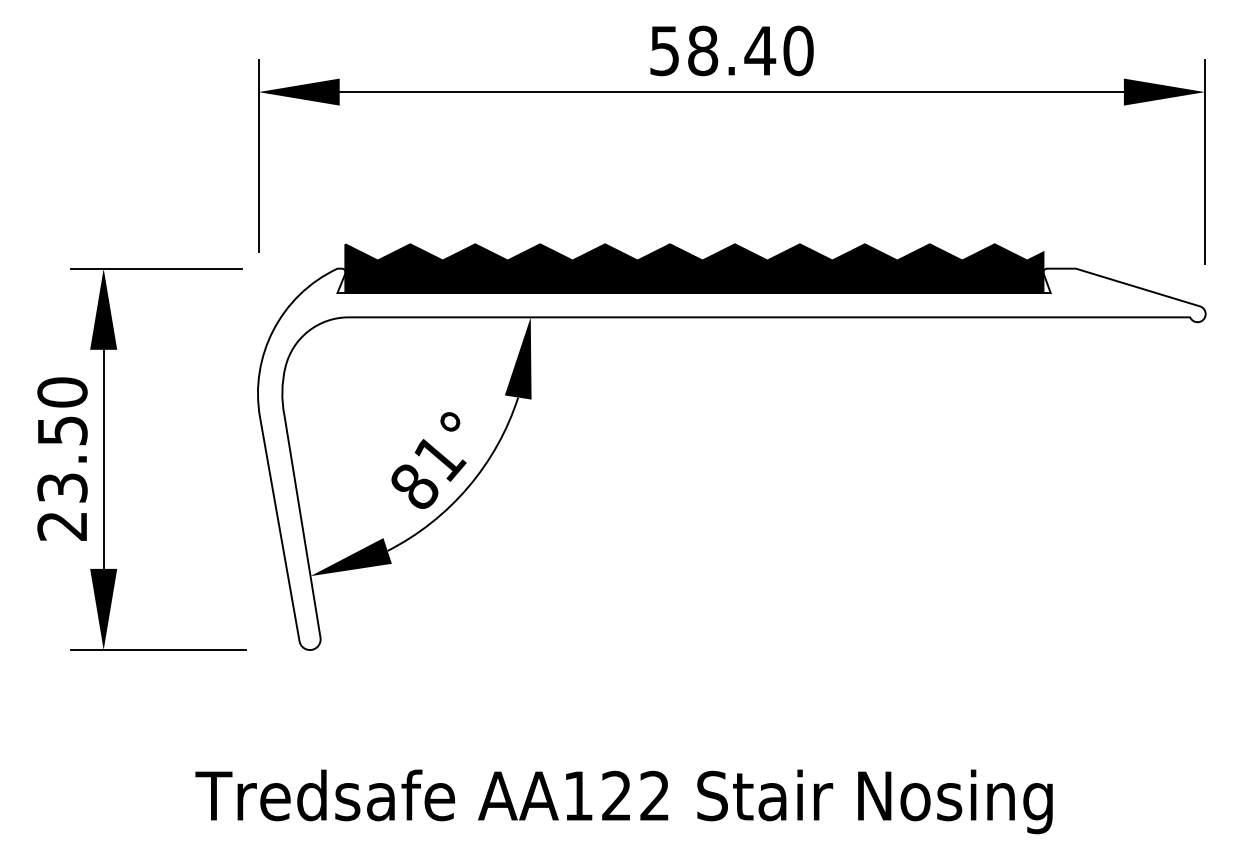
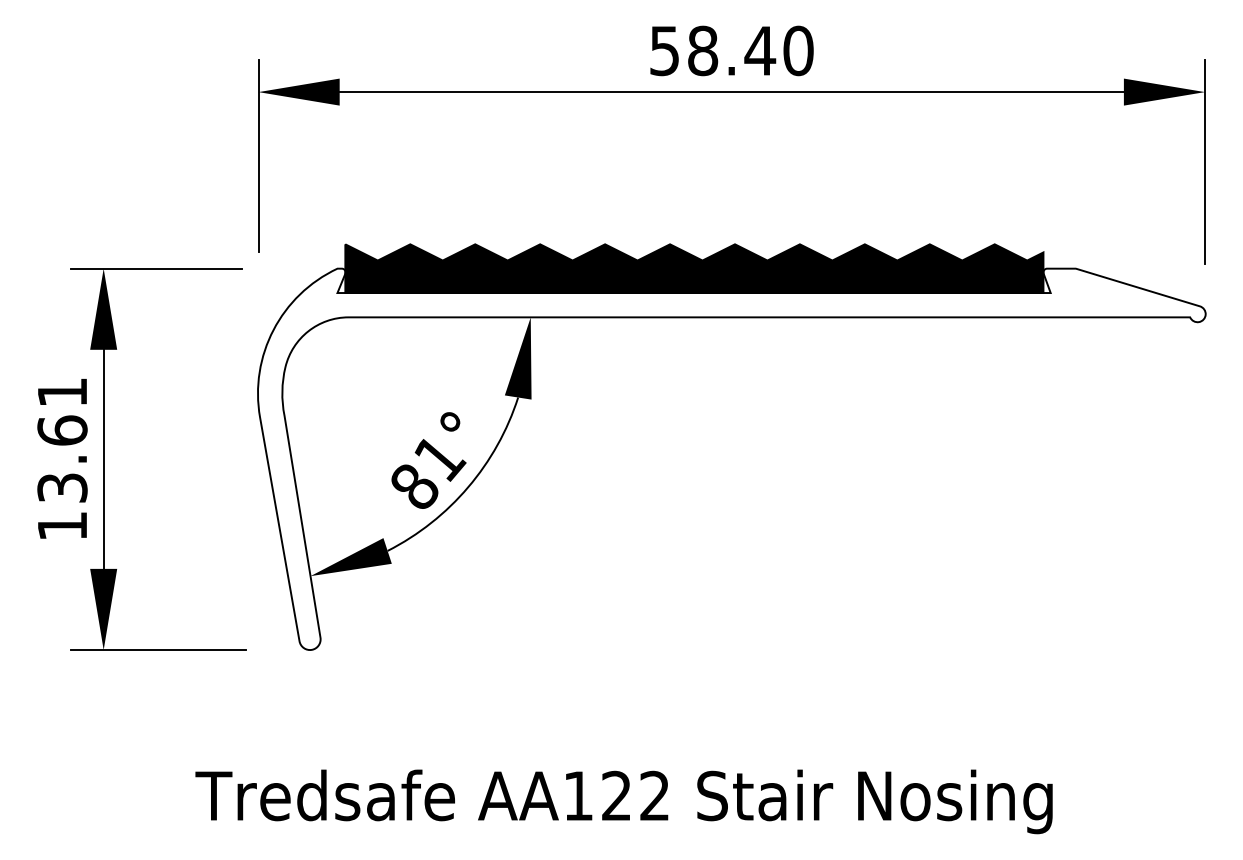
text at (62, 458): 23.50 -> 13.61
